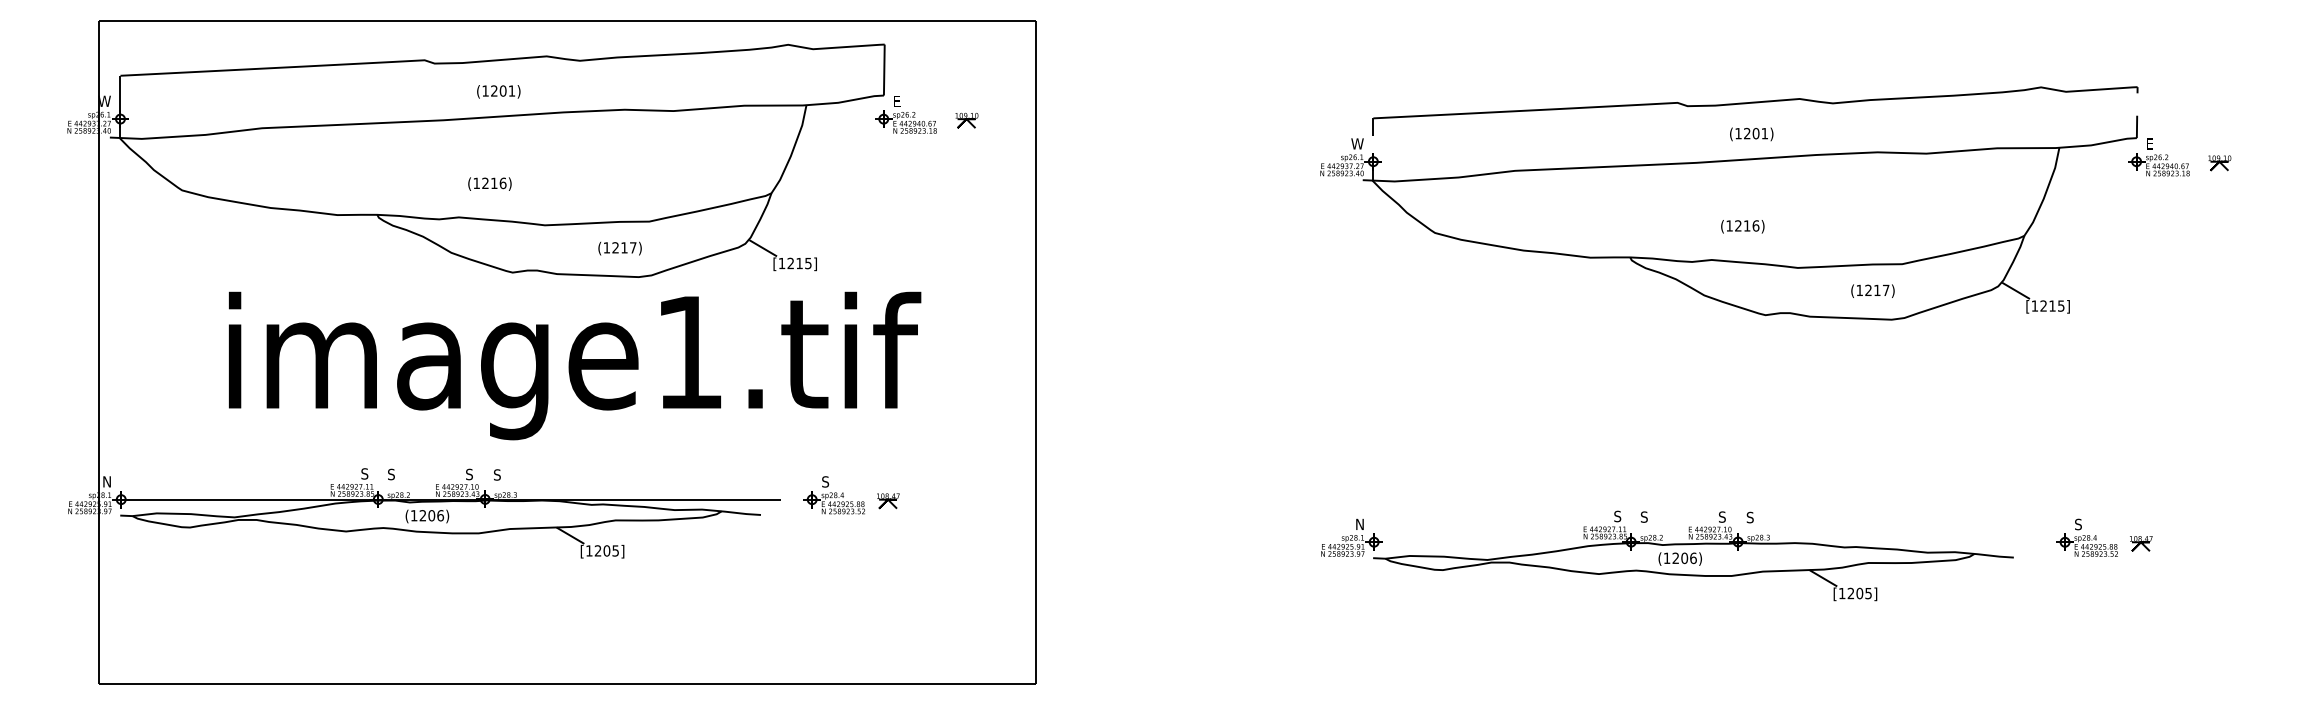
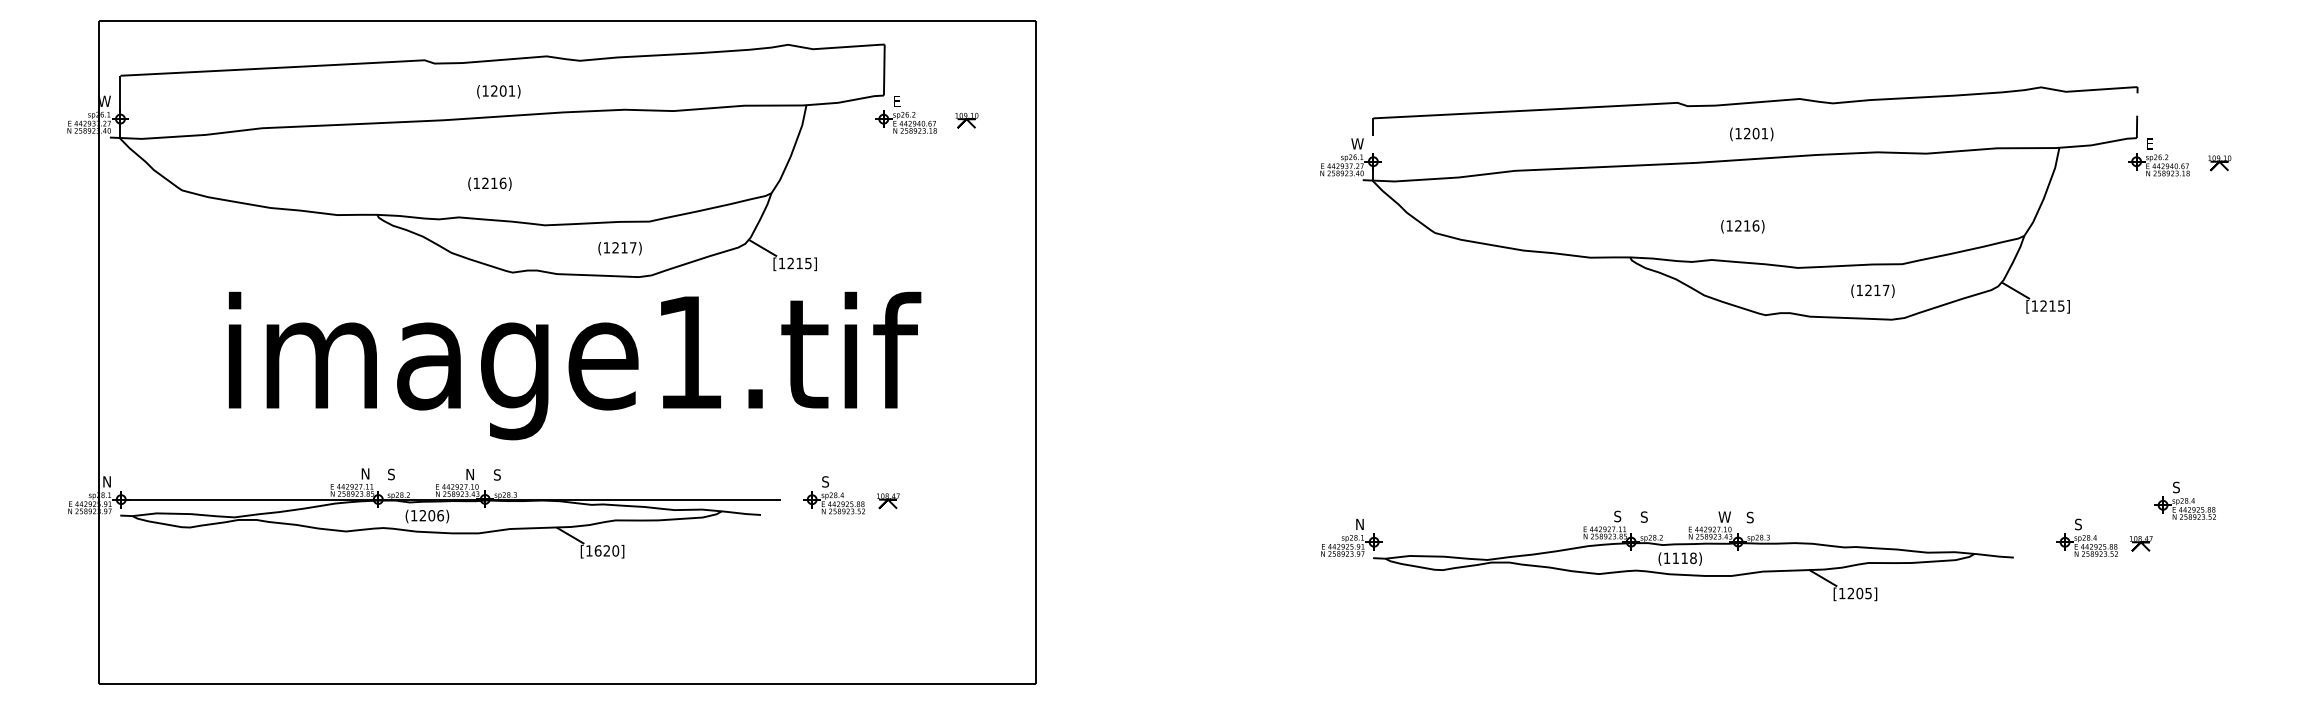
text at (365, 473): S -> N
text at (469, 474): S -> N
part at (2184, 500): none -> present
text at (1724, 516): S -> W
text at (606, 550): [1205] -> [1620]
text at (1684, 558): (1206) -> (1118)
